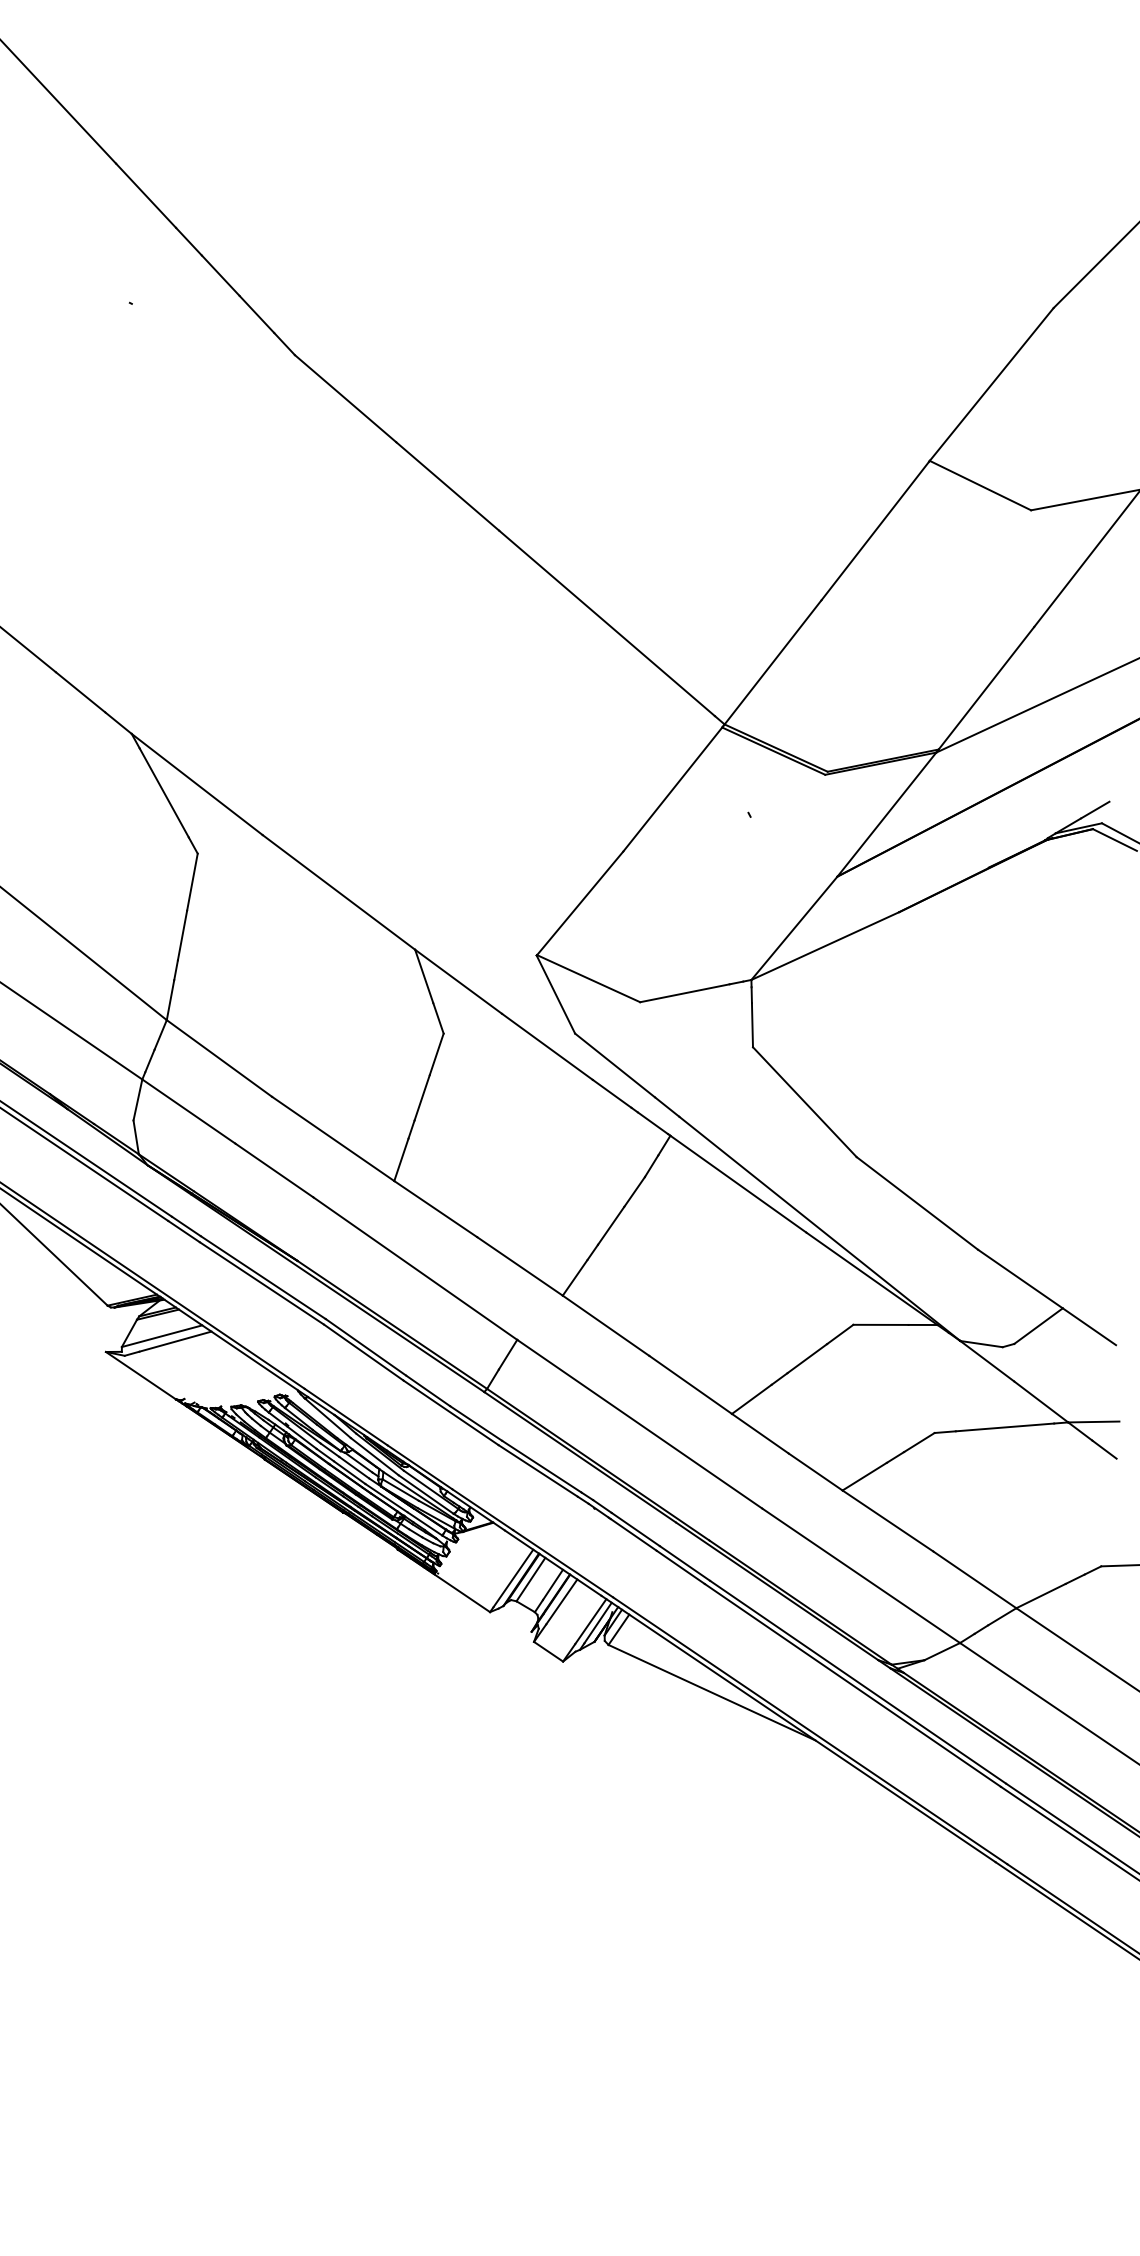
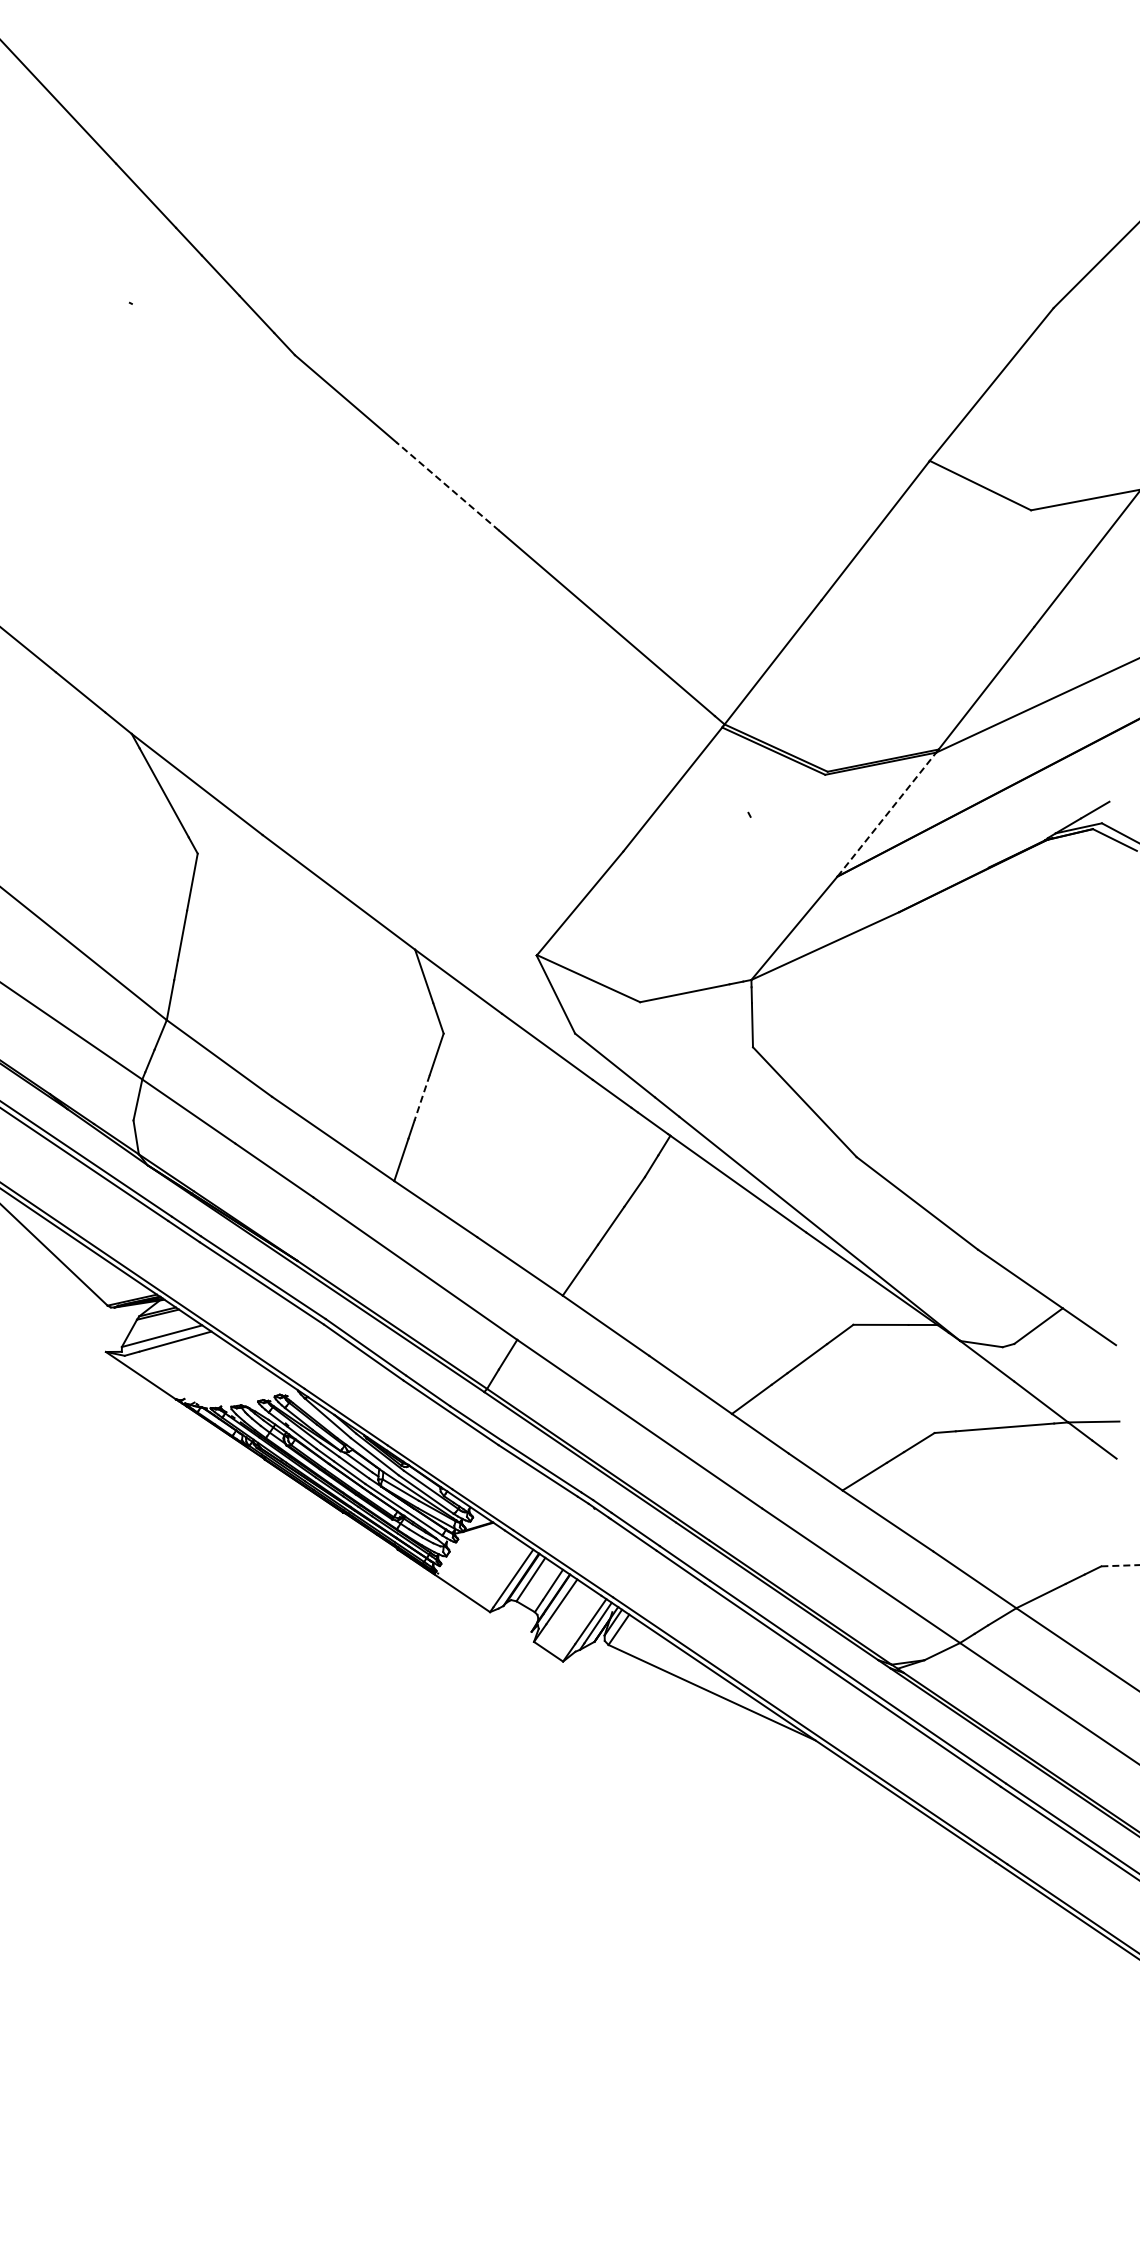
line at (447, 486): solid -> dashed
line at (887, 814): solid -> dashed
line at (422, 1097): solid -> dashed
line at (1121, 1565): solid -> dashed
